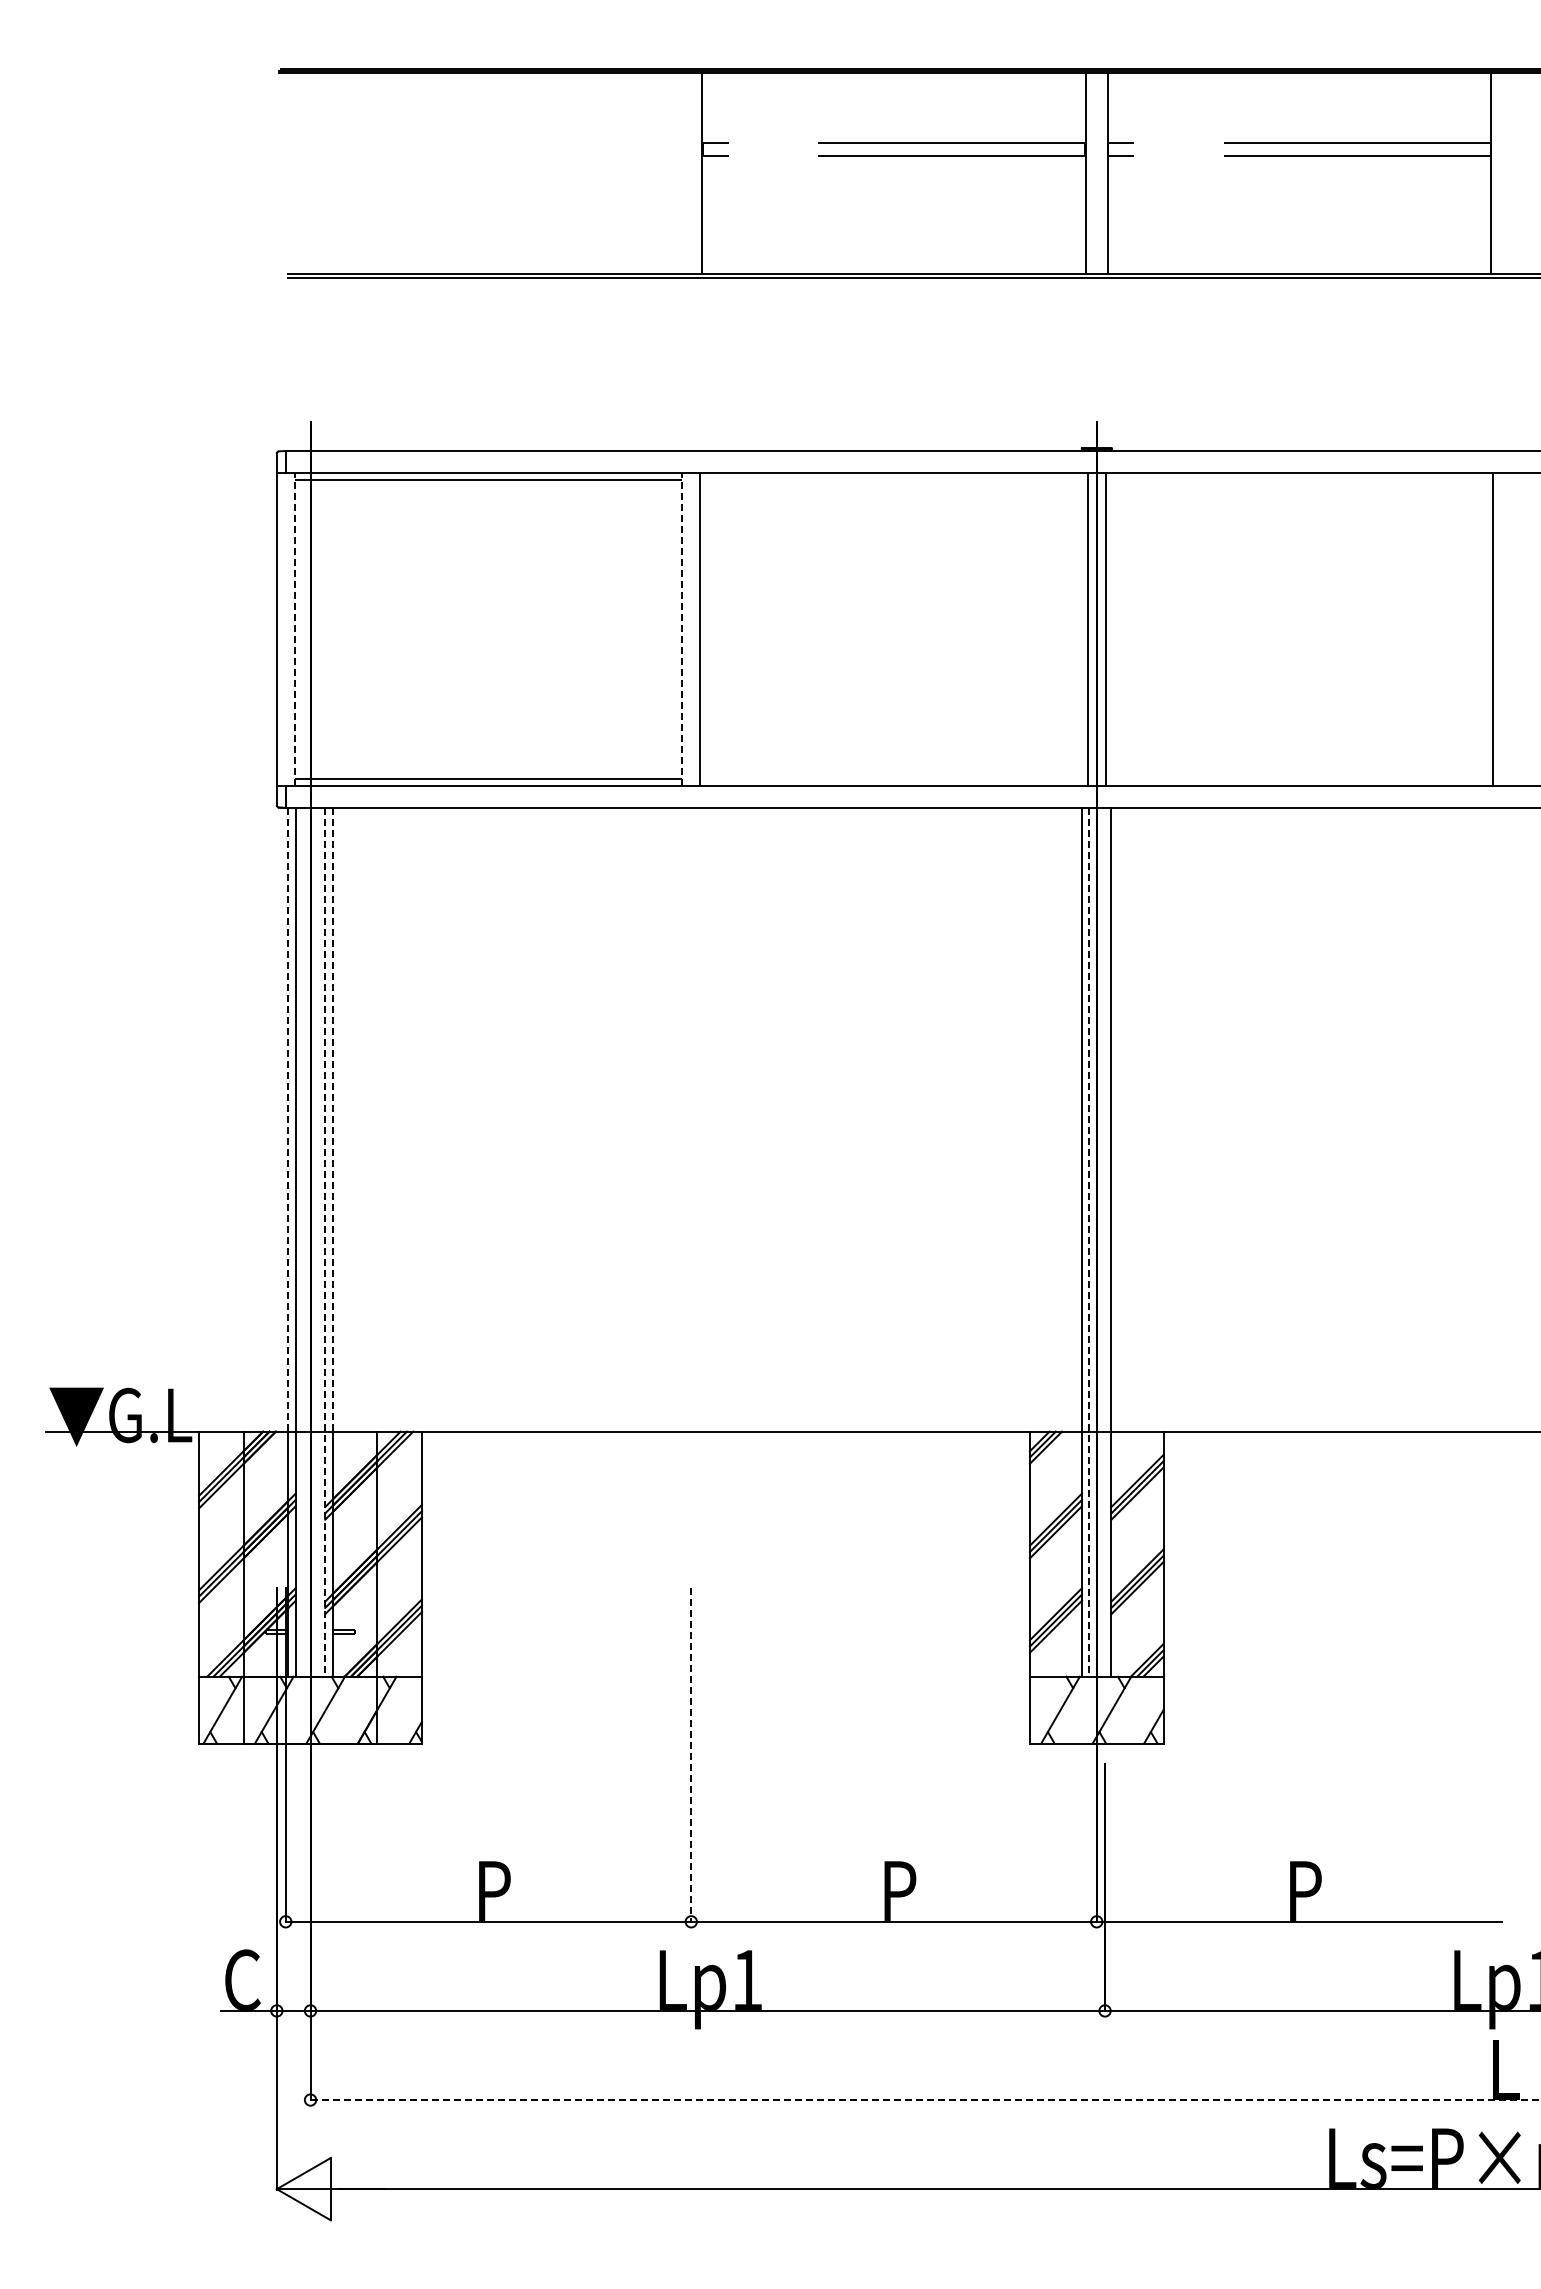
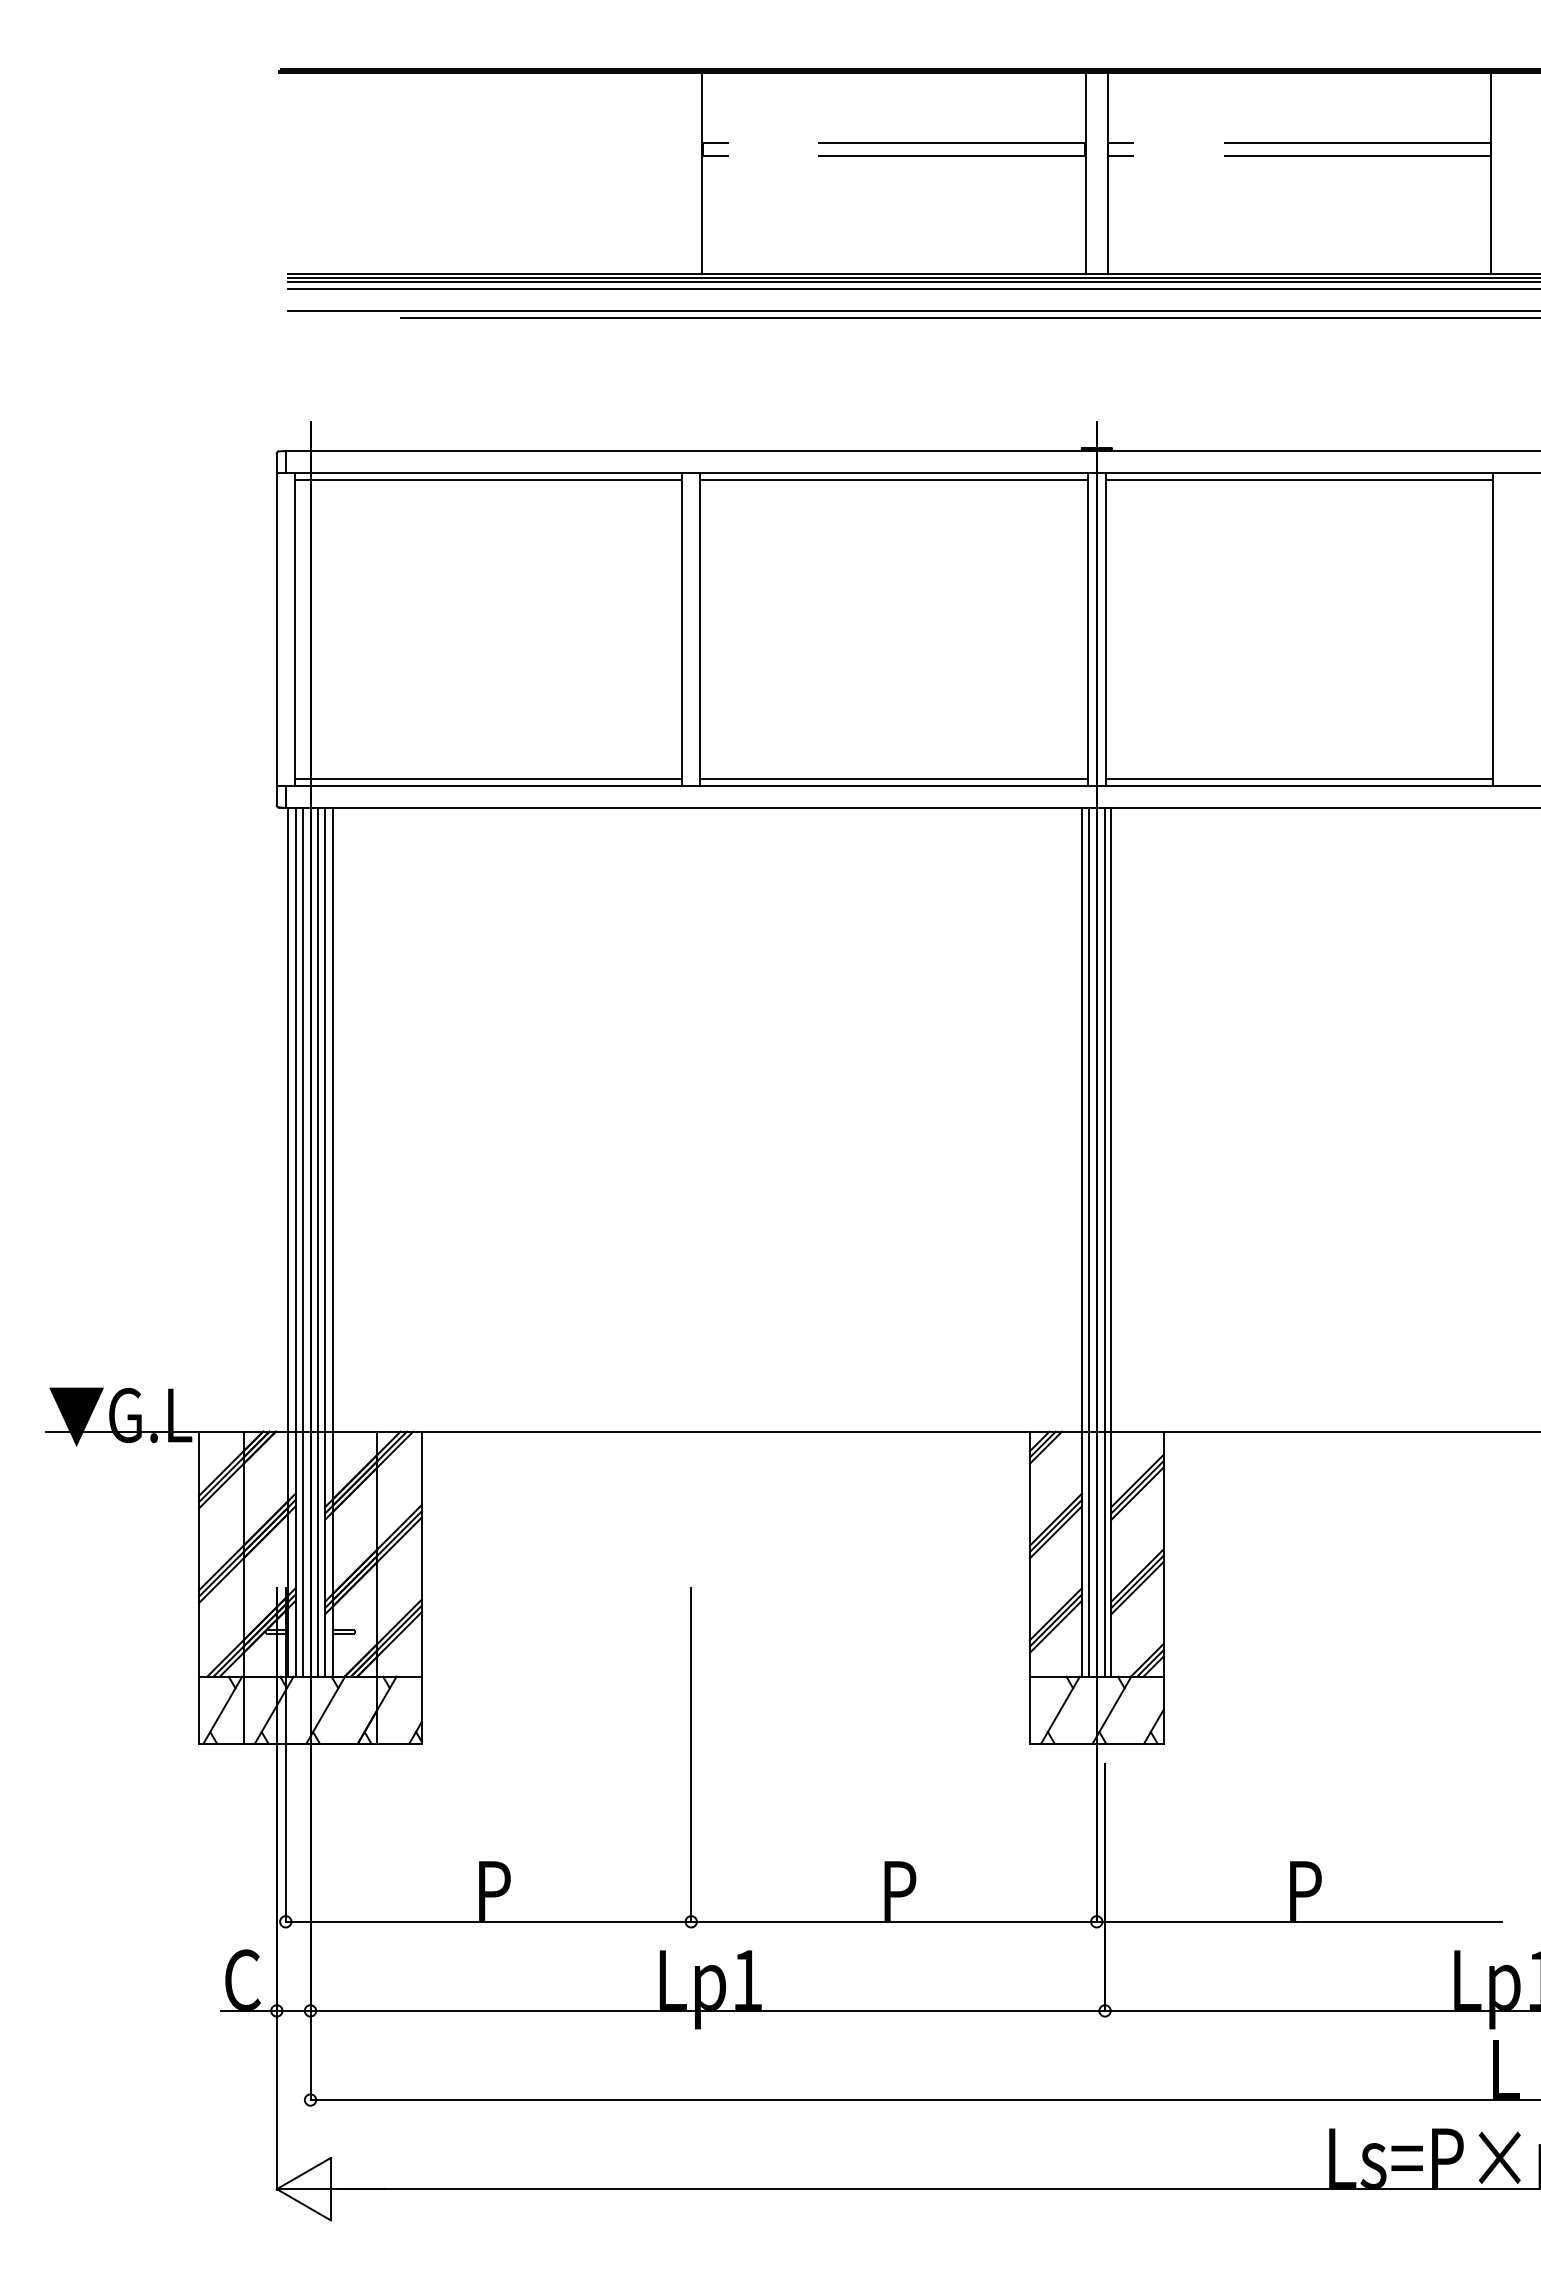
line at (912, 281): none -> present
line at (912, 288): none -> present
line at (912, 310): none -> present
line at (968, 317): none -> present
line at (893, 479): none -> present
line at (1299, 479): none -> present
line at (294, 629): dashed -> solid
line at (682, 629): dashed -> solid
line at (893, 779): none -> present
line at (1299, 779): none -> present
line at (288, 1119): dashed -> solid
line at (332, 1119): dashed -> solid
line at (302, 1241): none -> present
line at (318, 1241): none -> present
line at (1104, 1241): none -> present
line at (325, 1242): dashed -> solid
line at (1088, 1242): dashed -> solid
line at (691, 1755): dashed -> solid
line at (925, 2100): dashed -> solid
